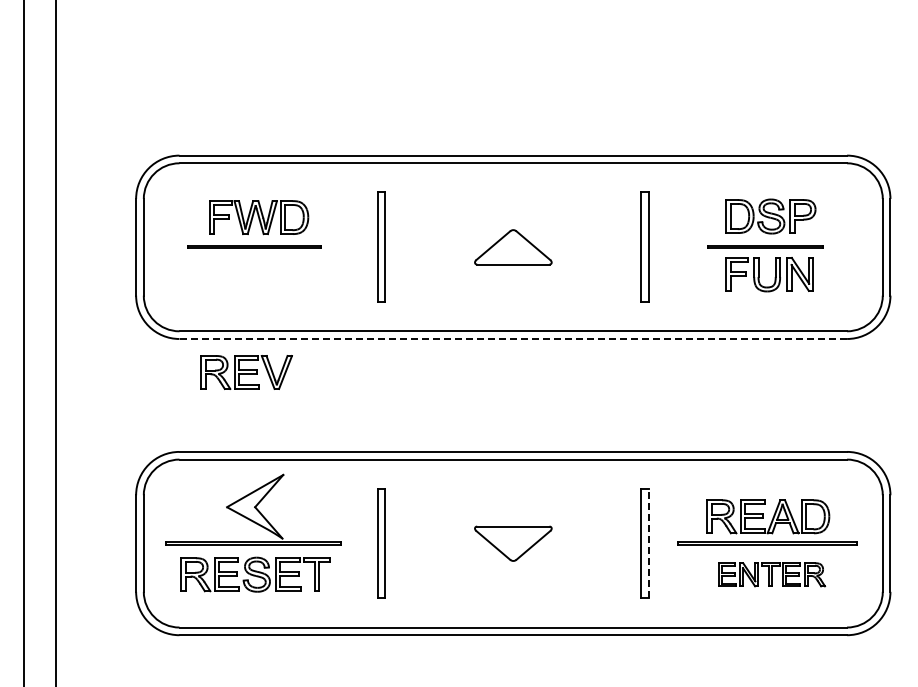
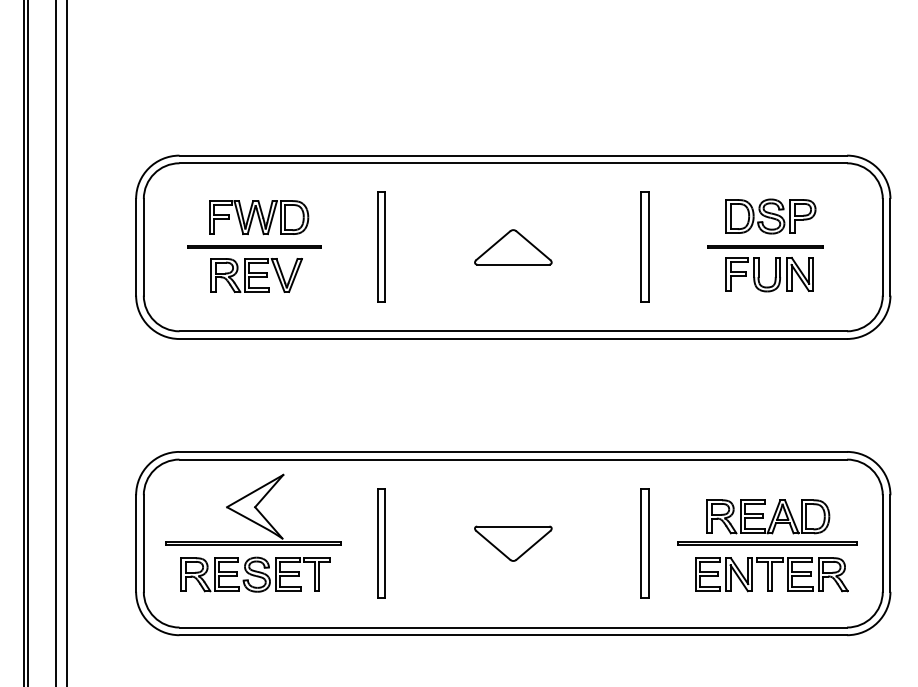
line at (513, 338): dashed -> solid
line at (27, 342): none -> present
line at (67, 342): none -> present
part at (246, 372) position: (246, 372) -> (256, 275)
line at (648, 543): dashed -> solid
part at (772, 574) size: 109x26 px -> 154x36 px
